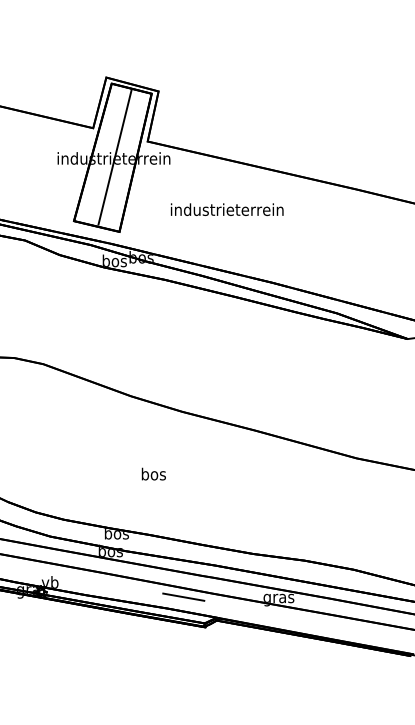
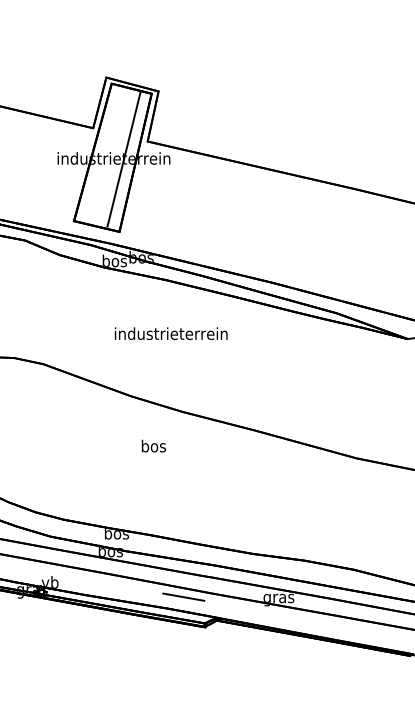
line at (114, 157) position: (114, 157) -> (123, 159)
text at (227, 209) position: (227, 209) -> (171, 333)
text at (153, 473) position: (153, 473) -> (153, 445)
